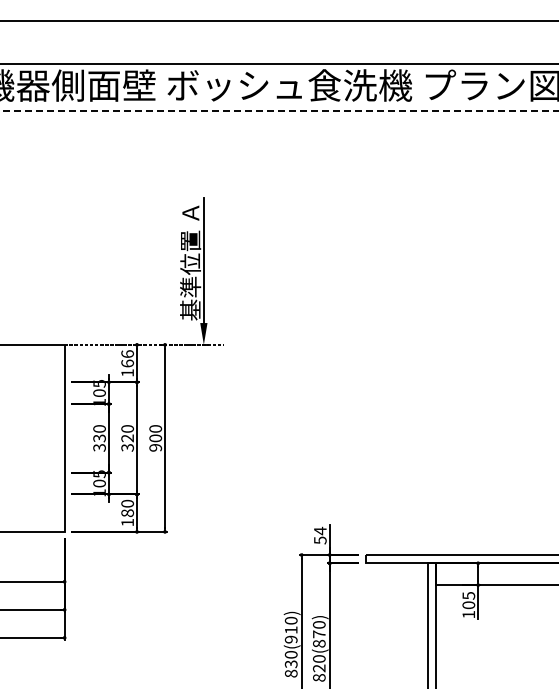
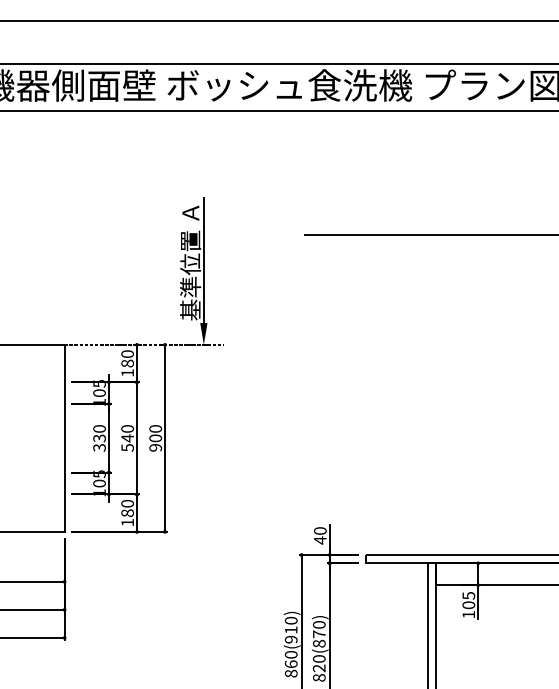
line at (279, 111): dashed -> solid
line at (429, 234): none -> present
text at (127, 358): 166 -> 180
text at (127, 442): 320 -> 540
text at (320, 535): 54 -> 40
text at (290, 664): 830(910) -> 860(910)
